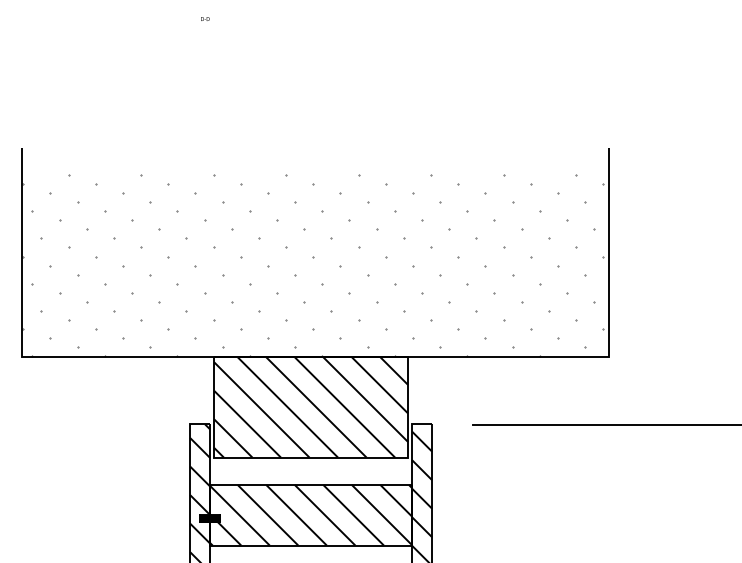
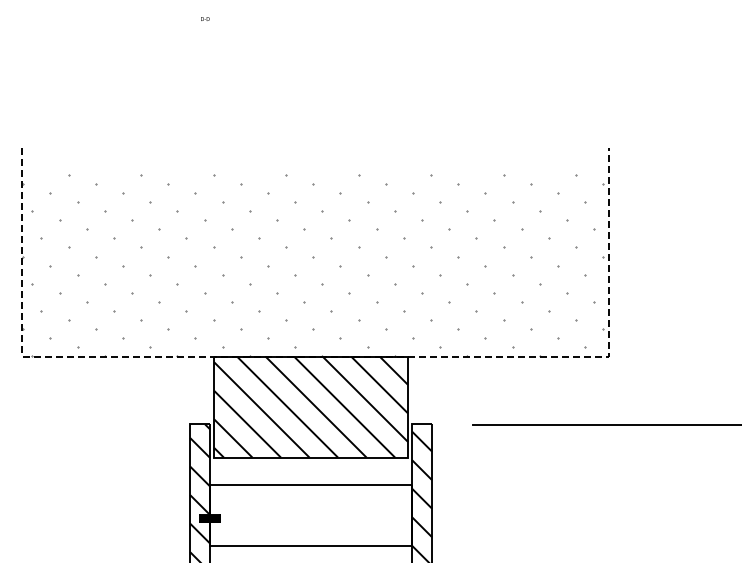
line at (315, 356): solid -> dashed
hatch at (311, 515): present -> none
